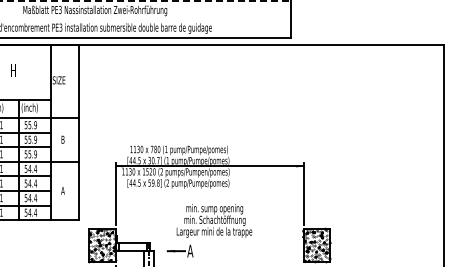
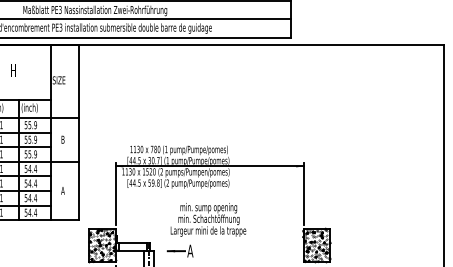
line at (145, 1): dashed -> solid
line at (146, 19): none -> present
text at (214, 220) position: (214, 220) -> (208, 219)
